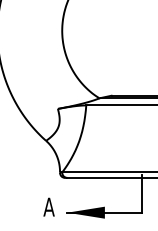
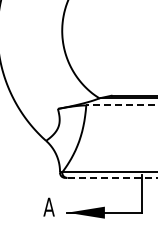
line at (122, 105): solid -> dashed
line at (112, 177): solid -> dashed
